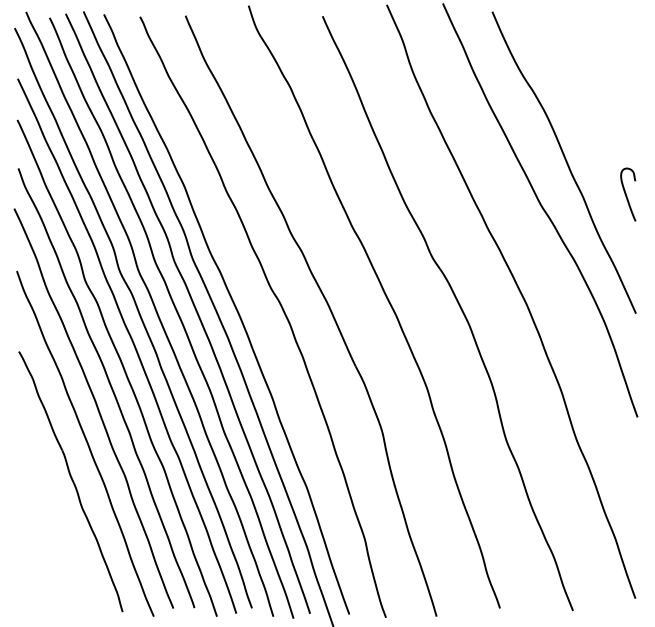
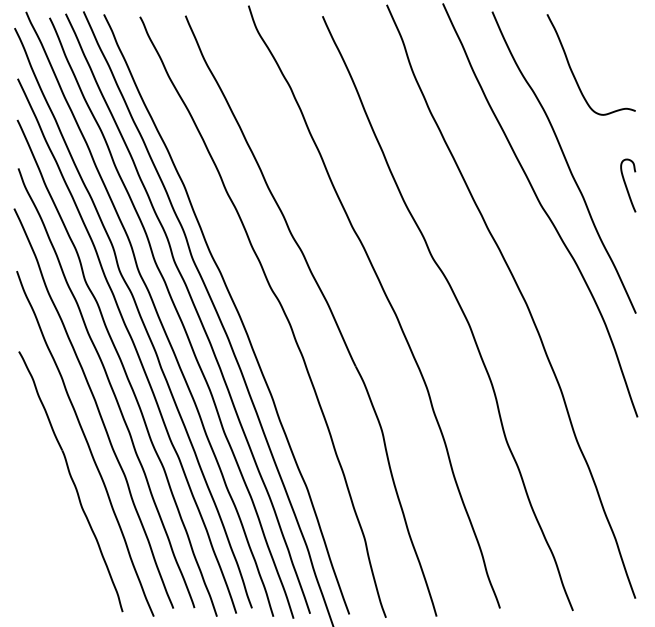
curve at (573, 72): none -> present
curve at (627, 195) position: (627, 195) -> (627, 186)
